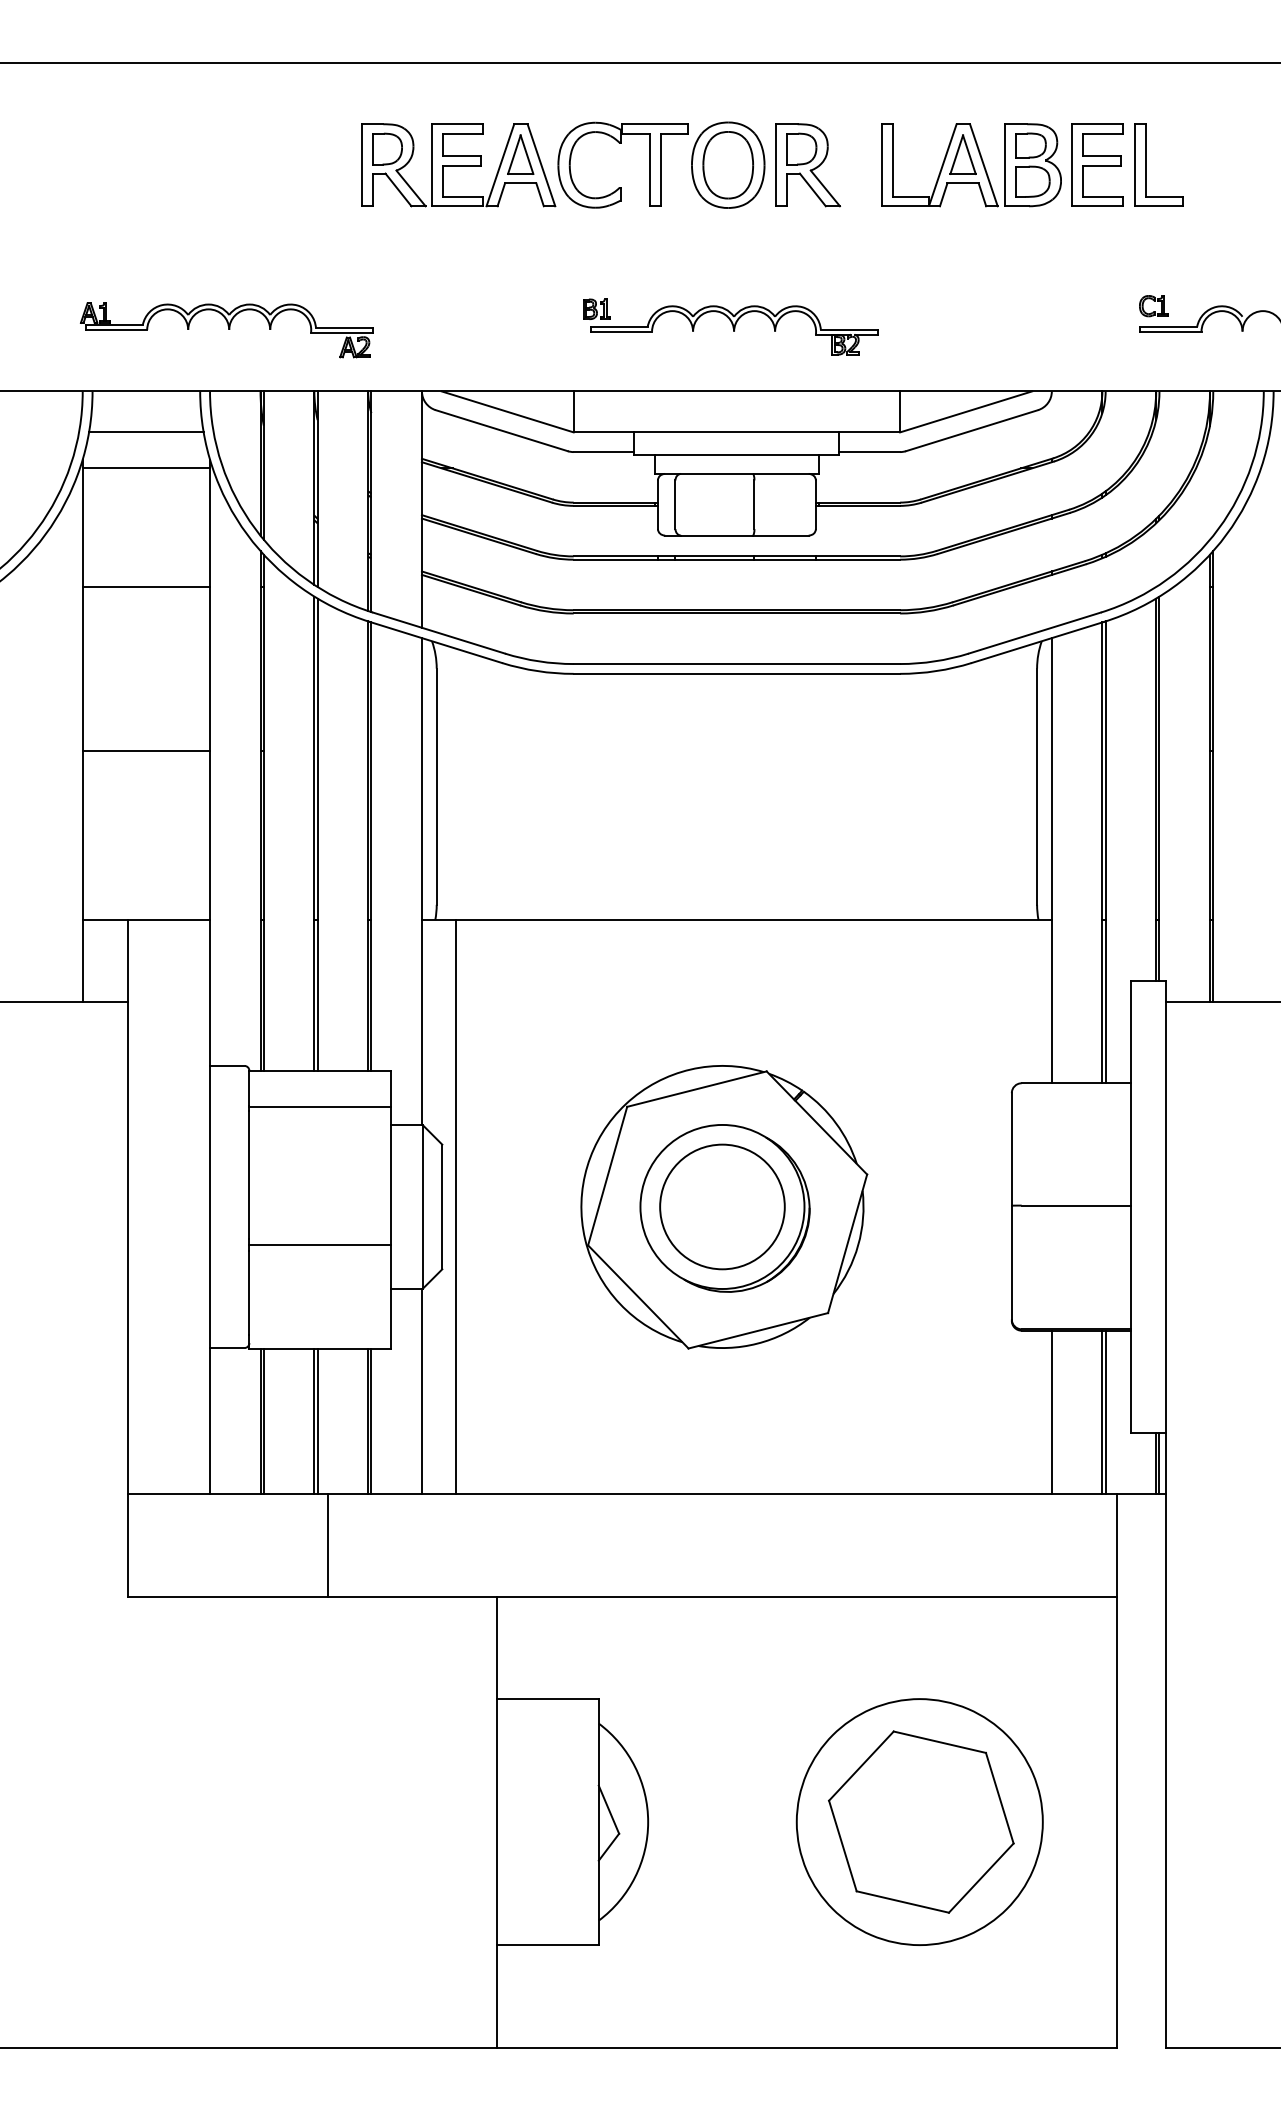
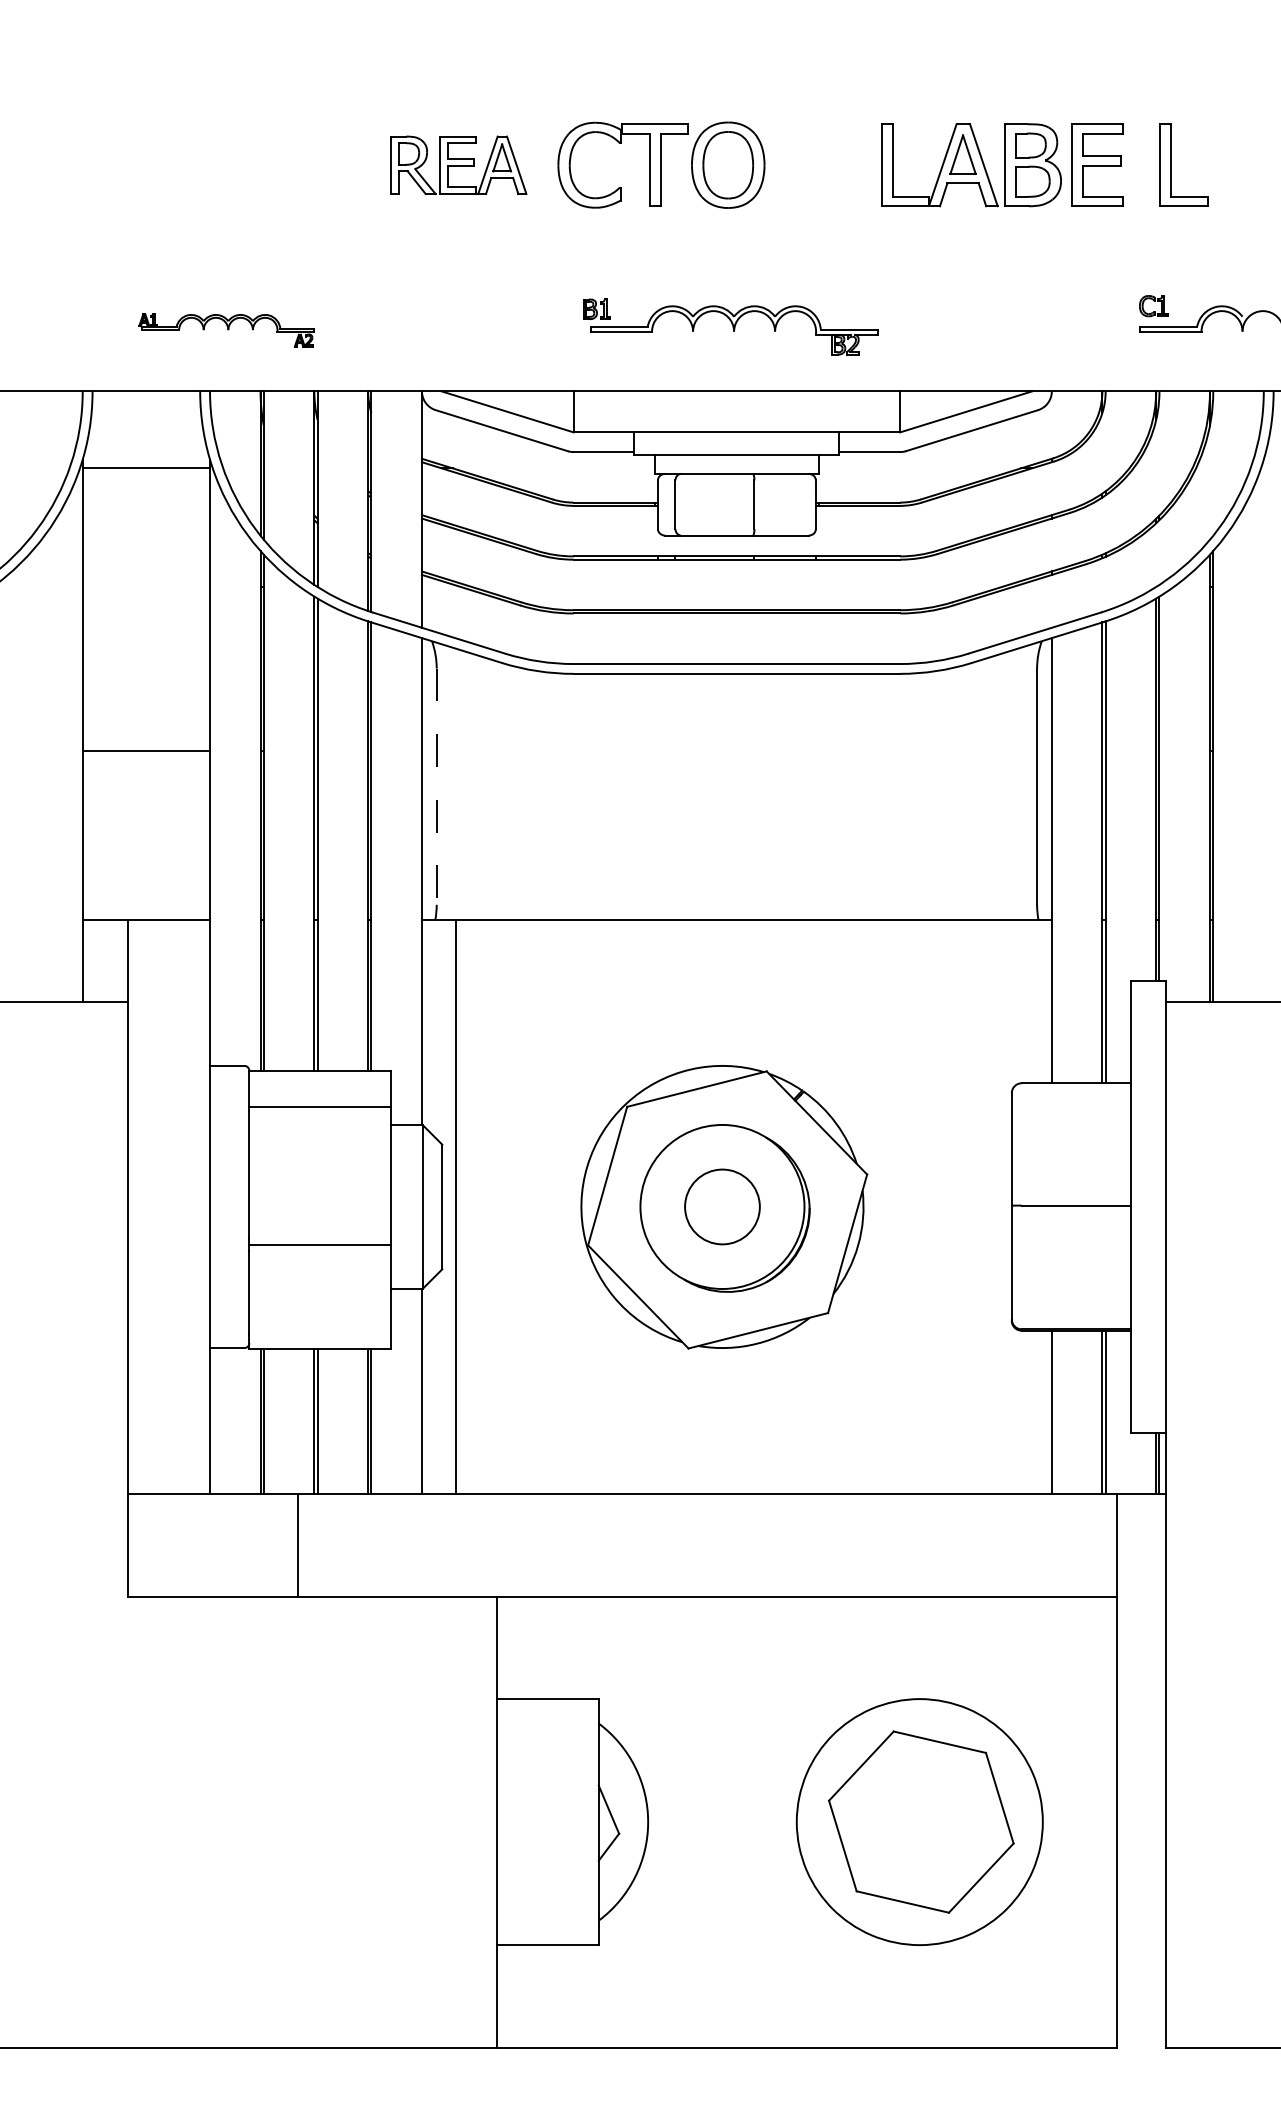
line at (639, 63): present -> none
part at (1146, 164) position: (1146, 164) -> (1171, 164)
part at (458, 165) size: 196x85 px -> 138x61 px
part at (807, 165): present -> none
part at (226, 330) size: 294x57 px -> 177x35 px
line at (146, 432): present -> none
line at (146, 586): present -> none
line at (436, 787): solid -> dashed
circle at (722, 1206) diameter: 125 px -> 75 px
line at (327, 1545) position: (327, 1545) -> (297, 1545)
